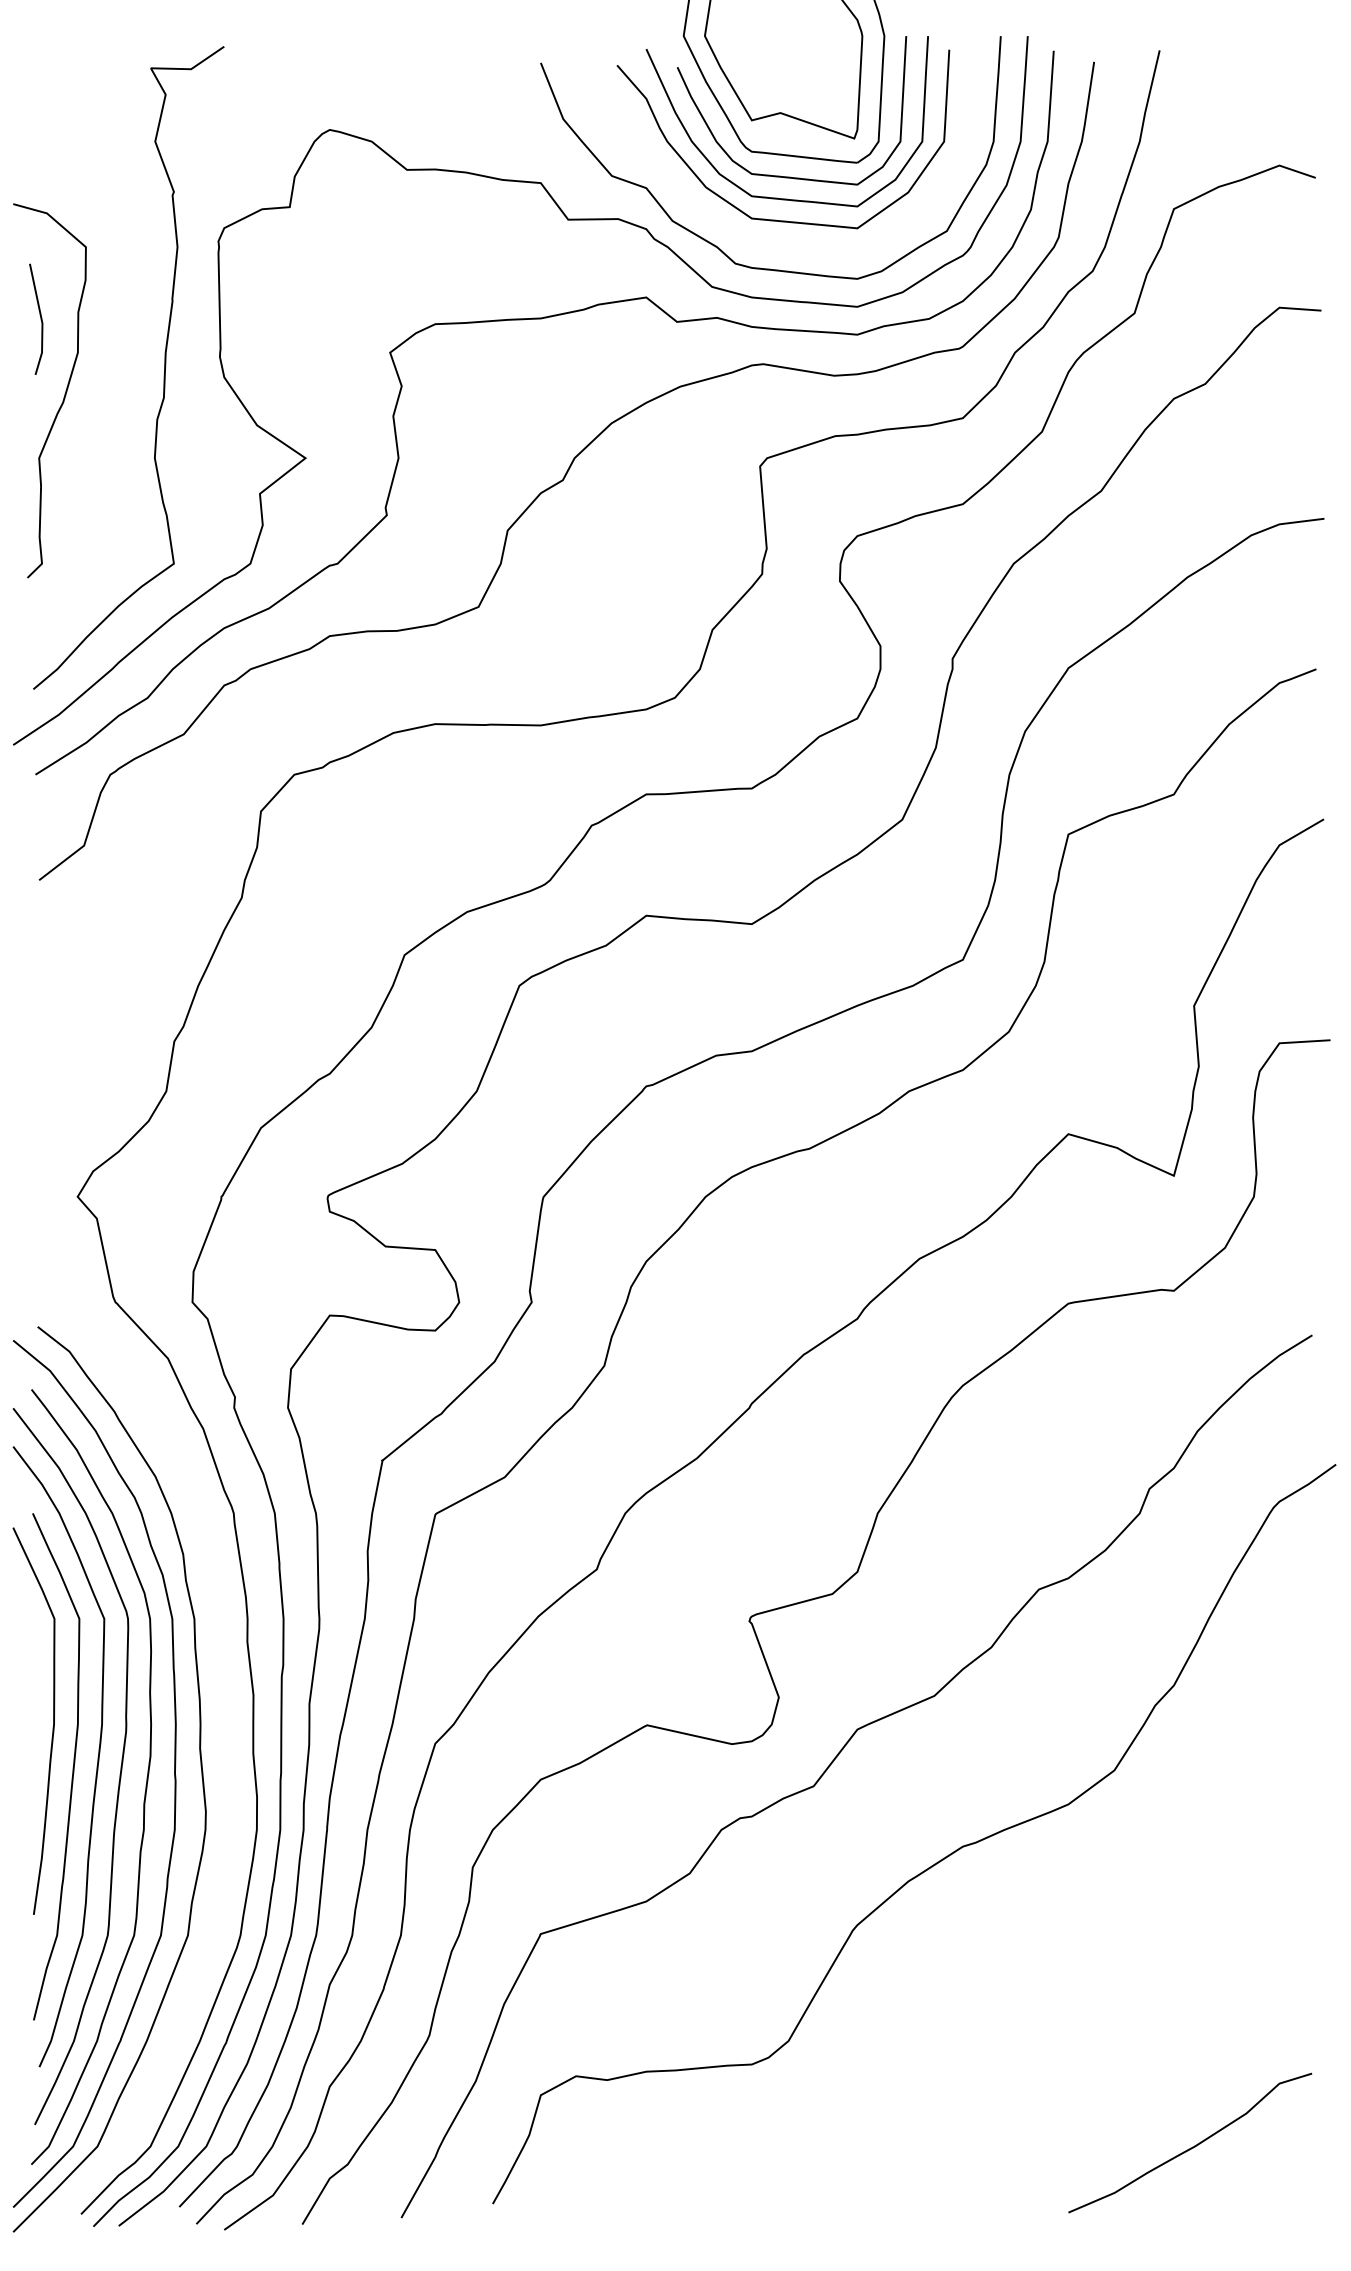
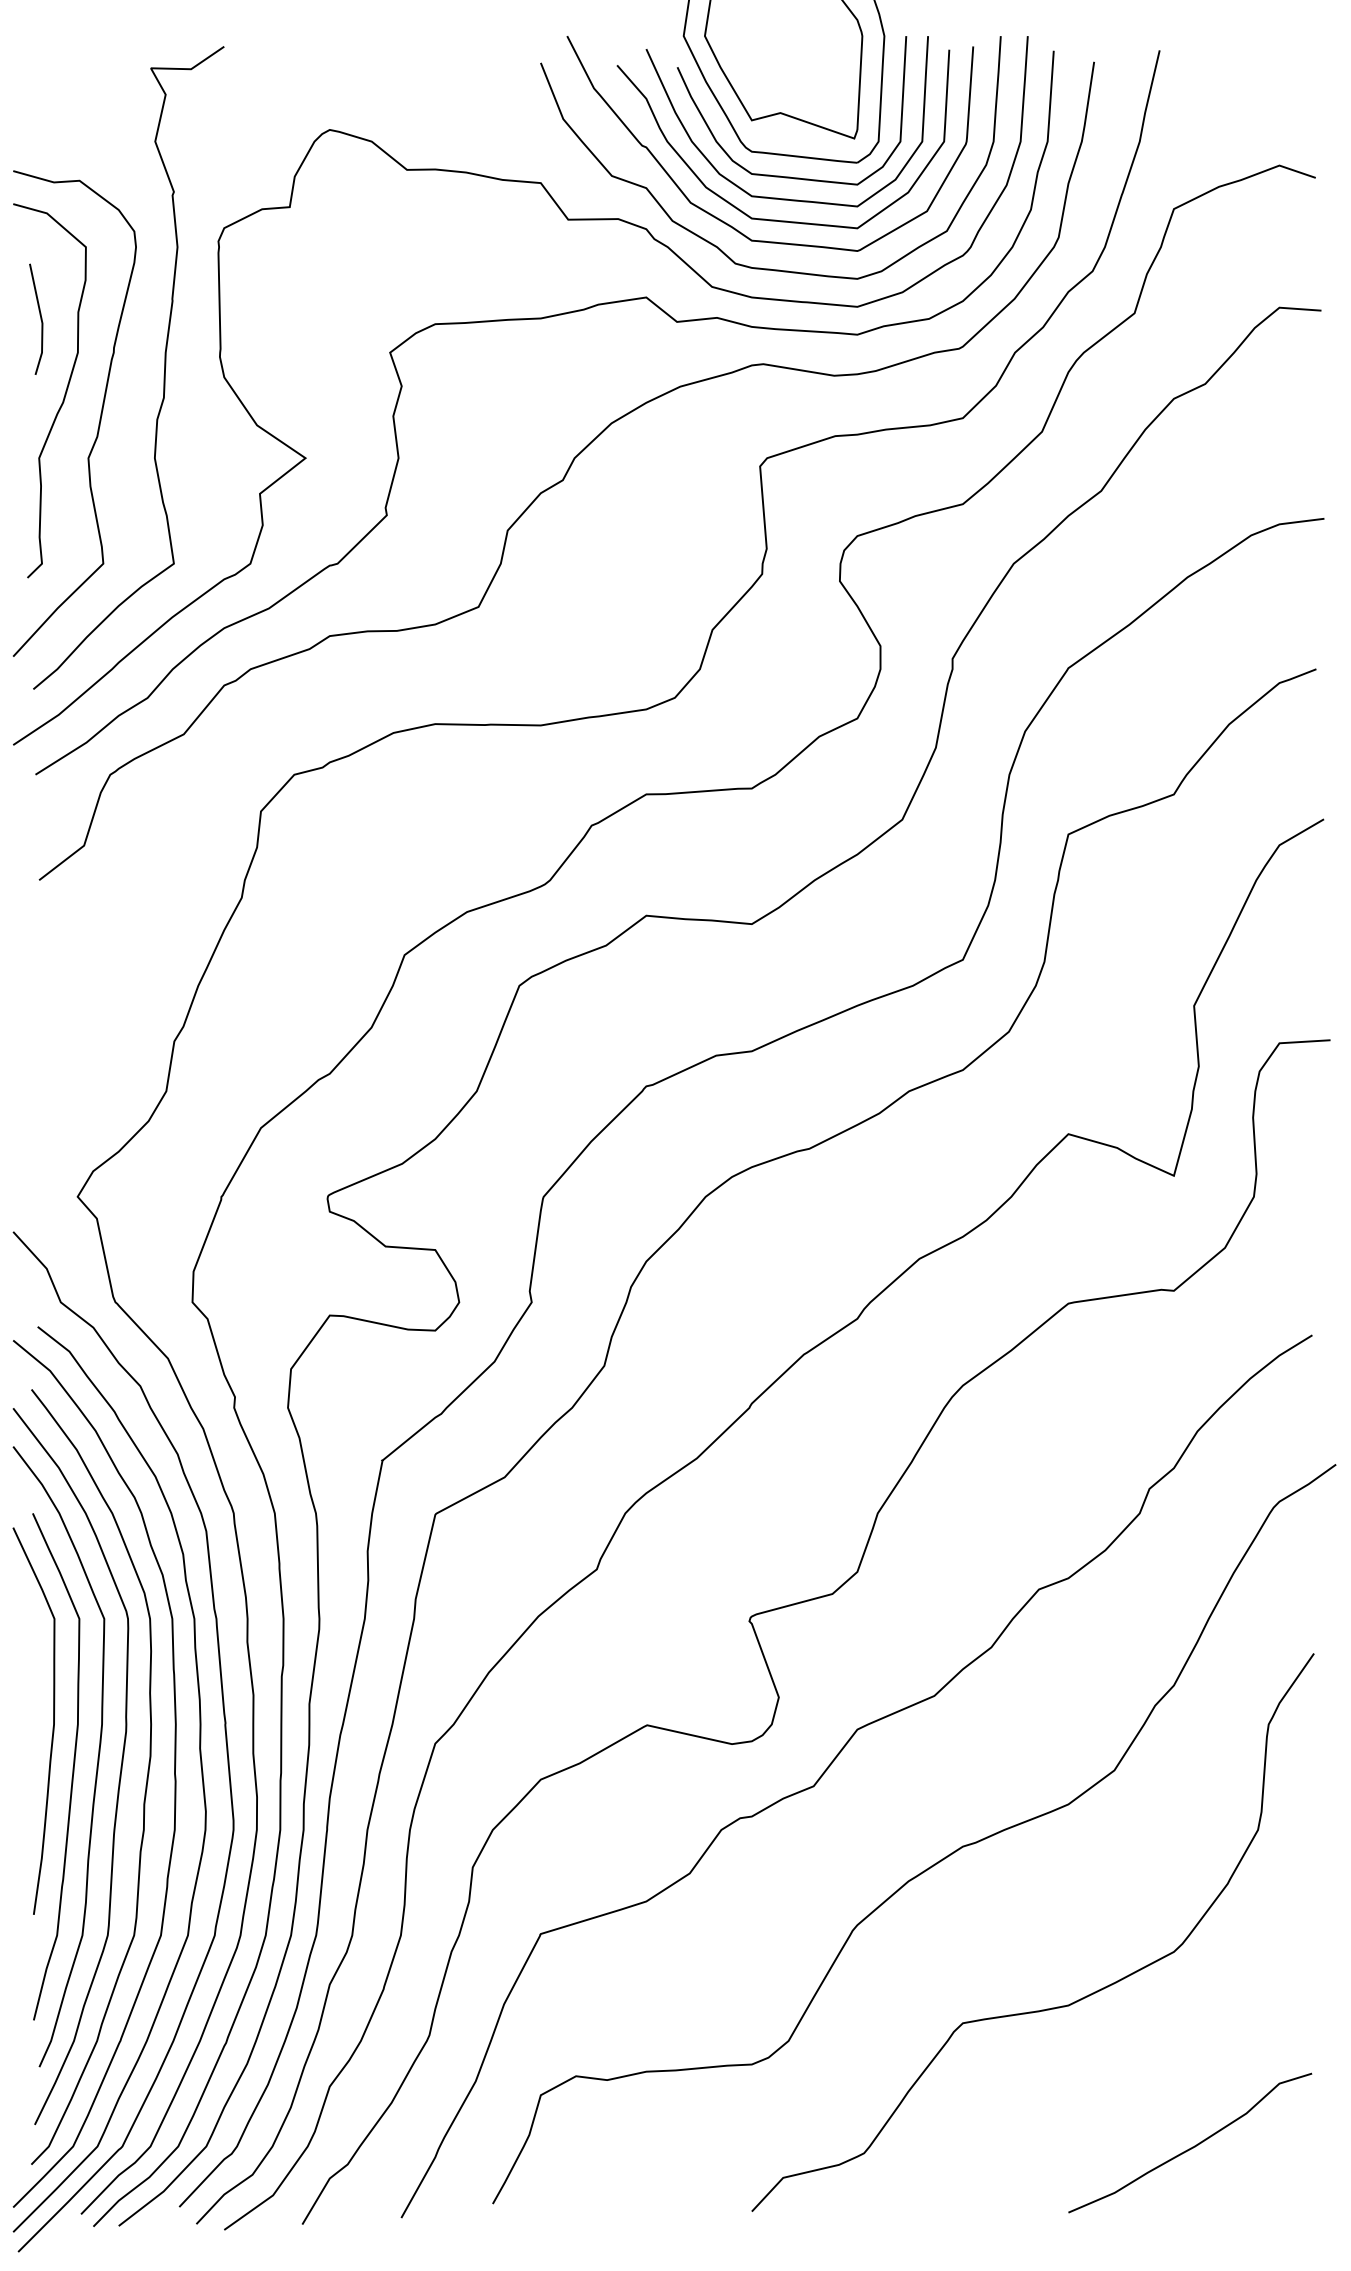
curve at (721, 219): none -> present
curve at (99, 418): none -> present
curve at (224, 1730): none -> present
curve at (1046, 2008): none -> present
